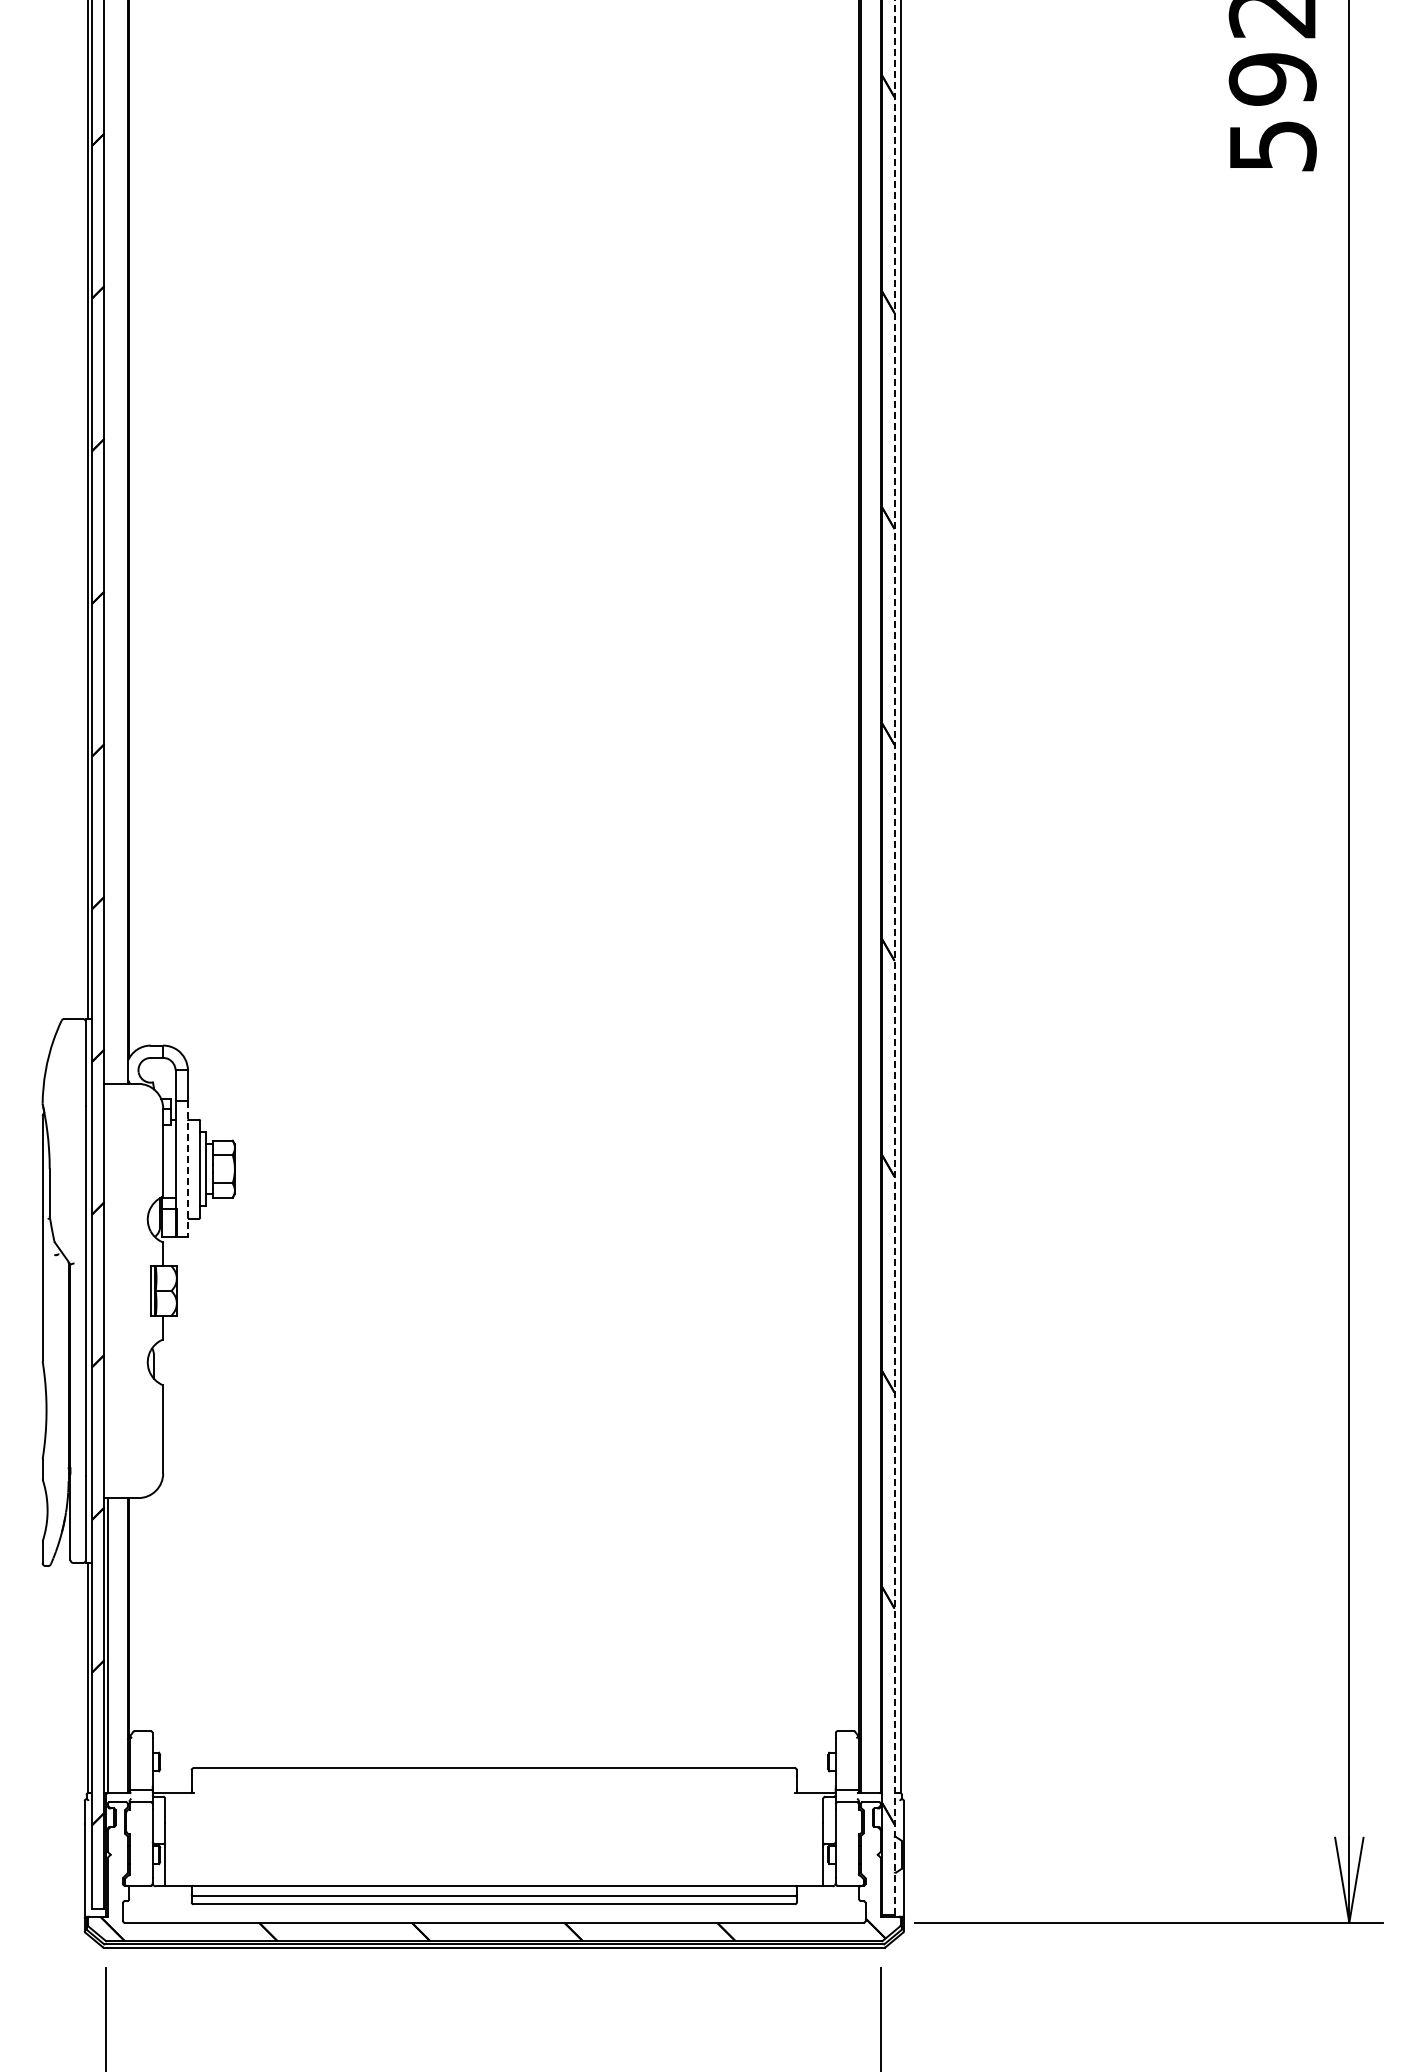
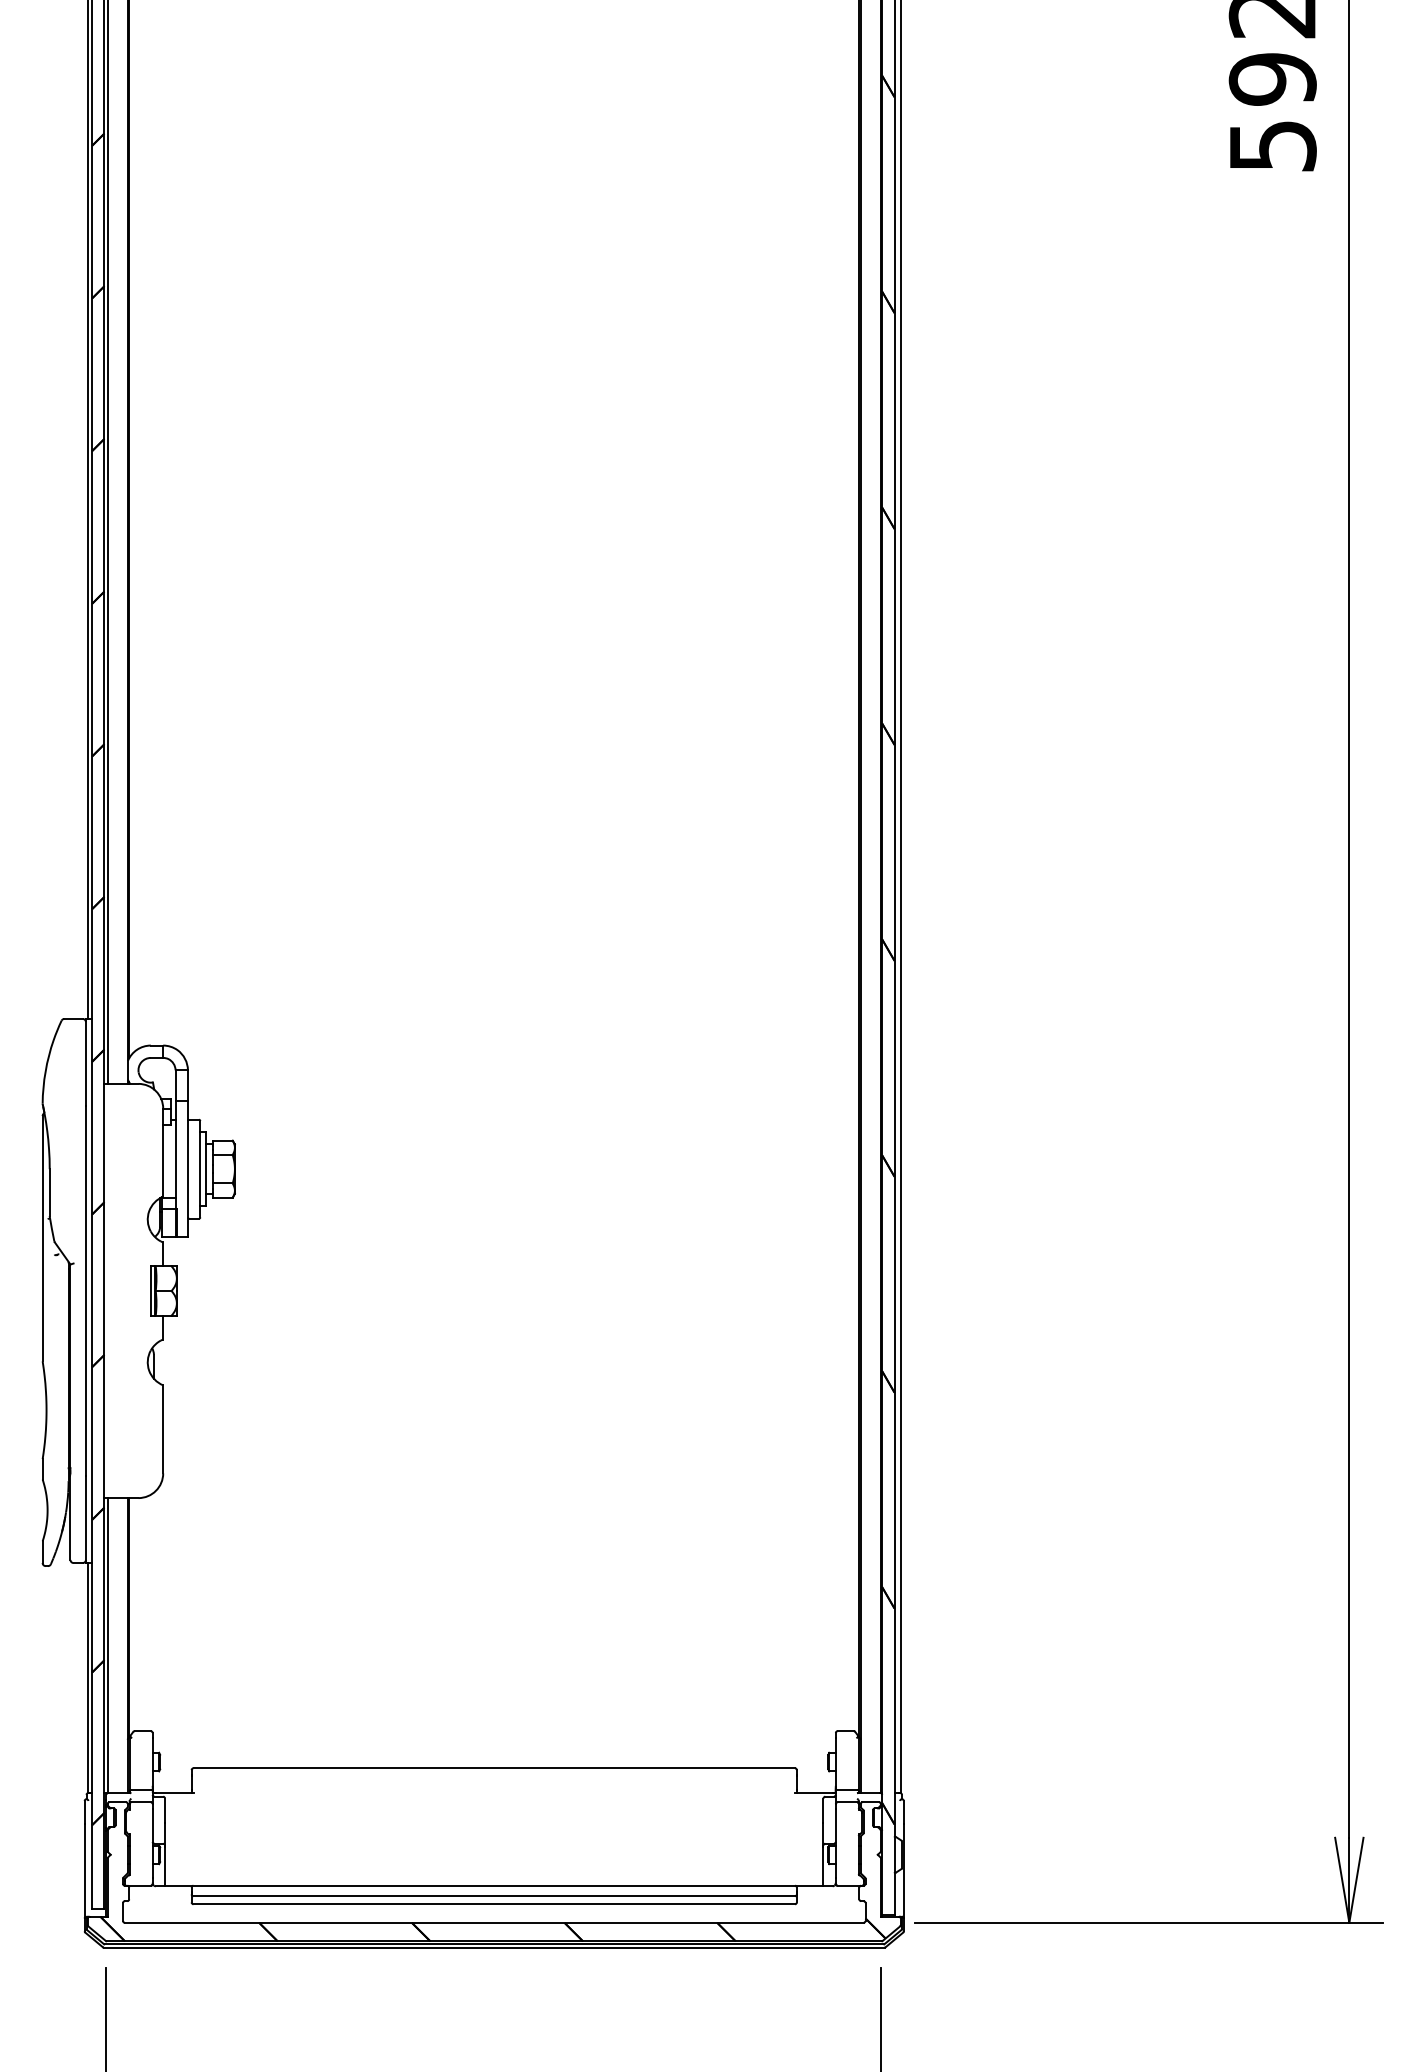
line at (107, 542): none -> present
line at (894, 957): dashed -> solid
line at (187, 1169): dashed -> solid
